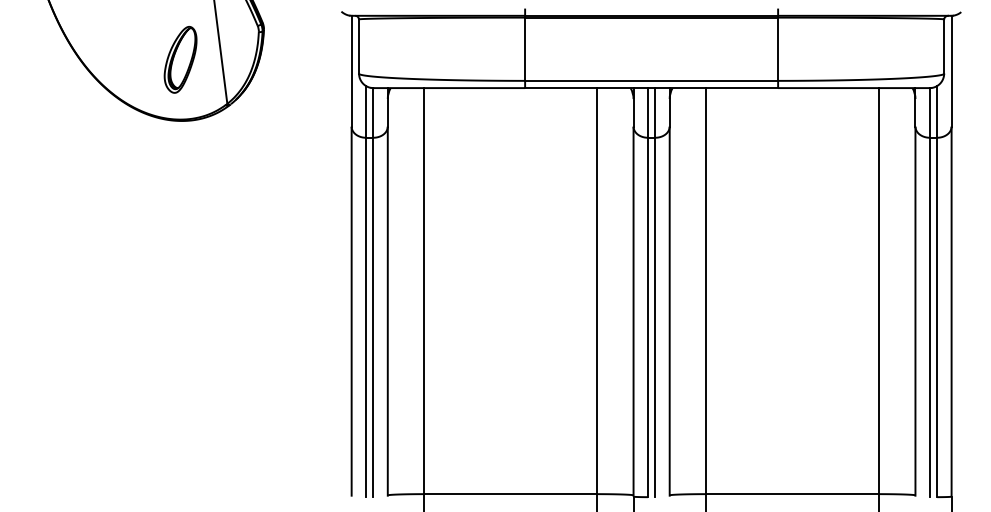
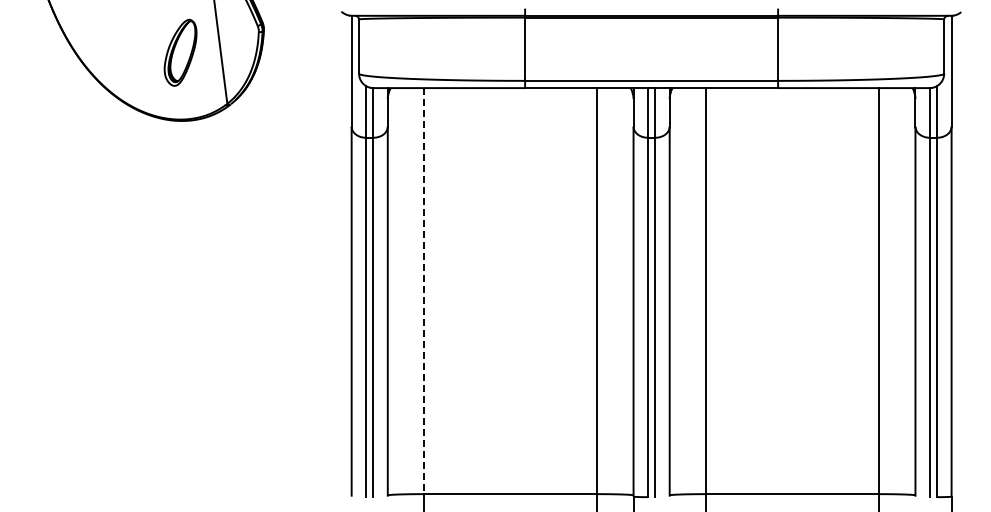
part at (180, 59) position: (180, 59) -> (180, 52)
line at (423, 291): solid -> dashed
